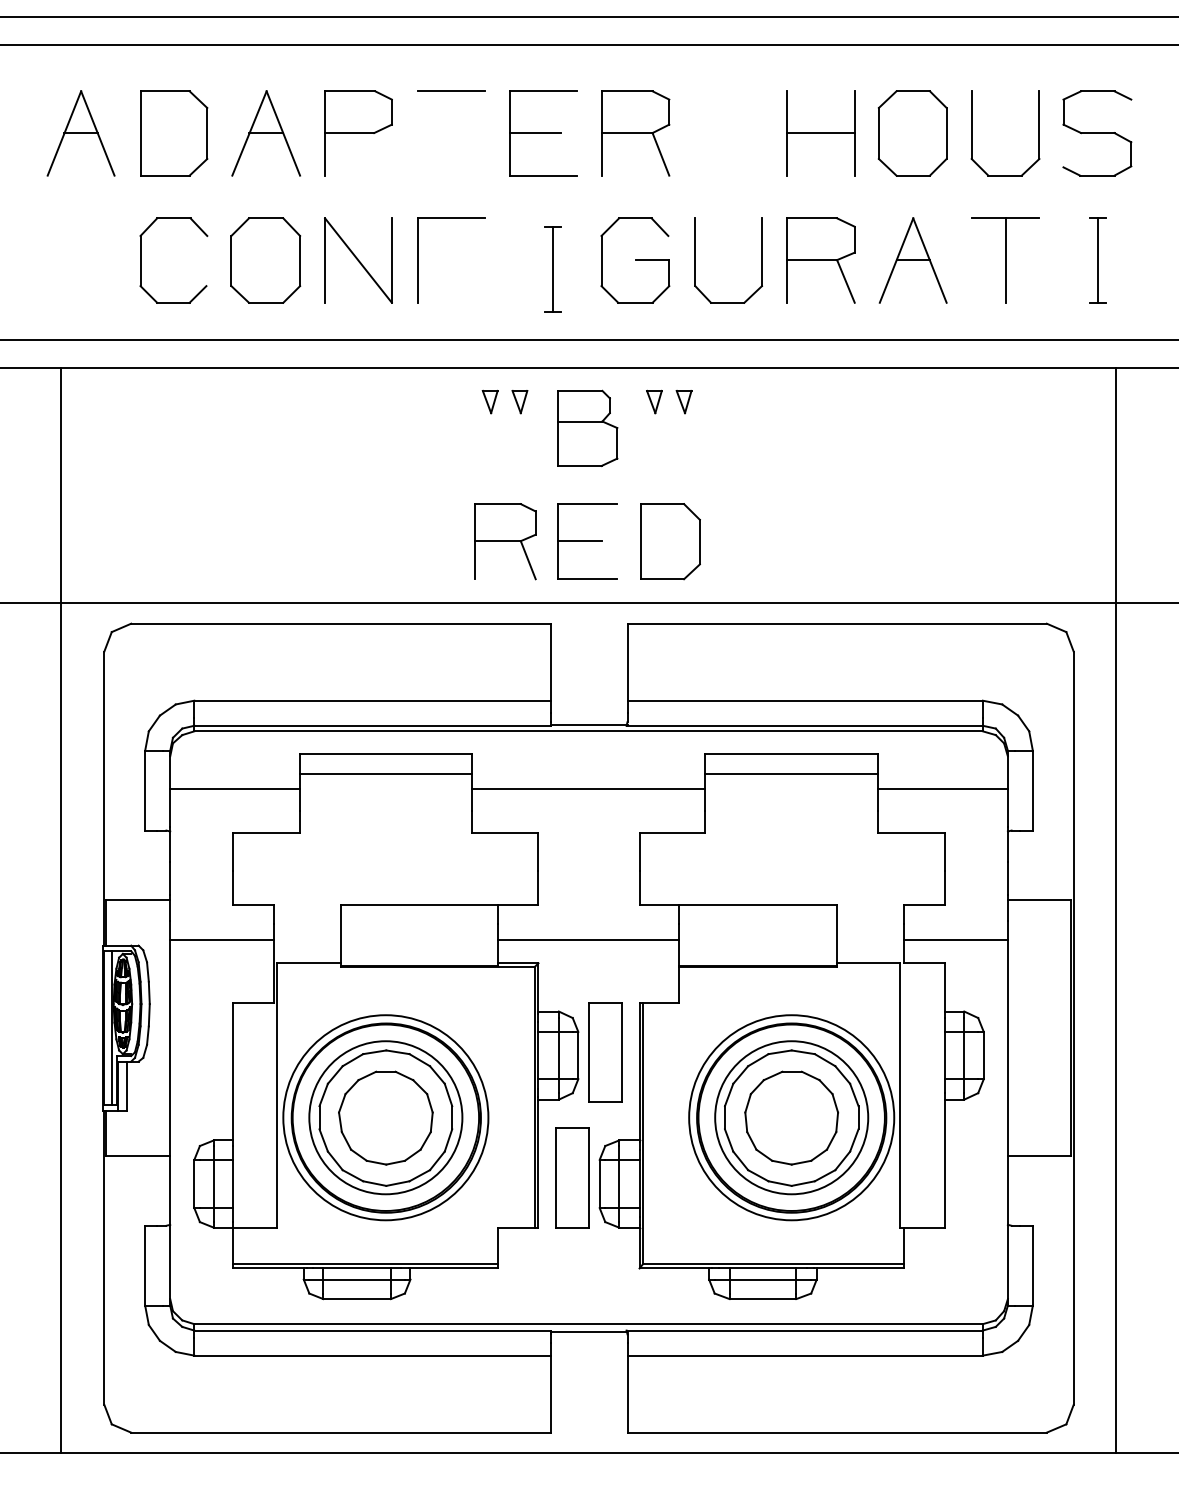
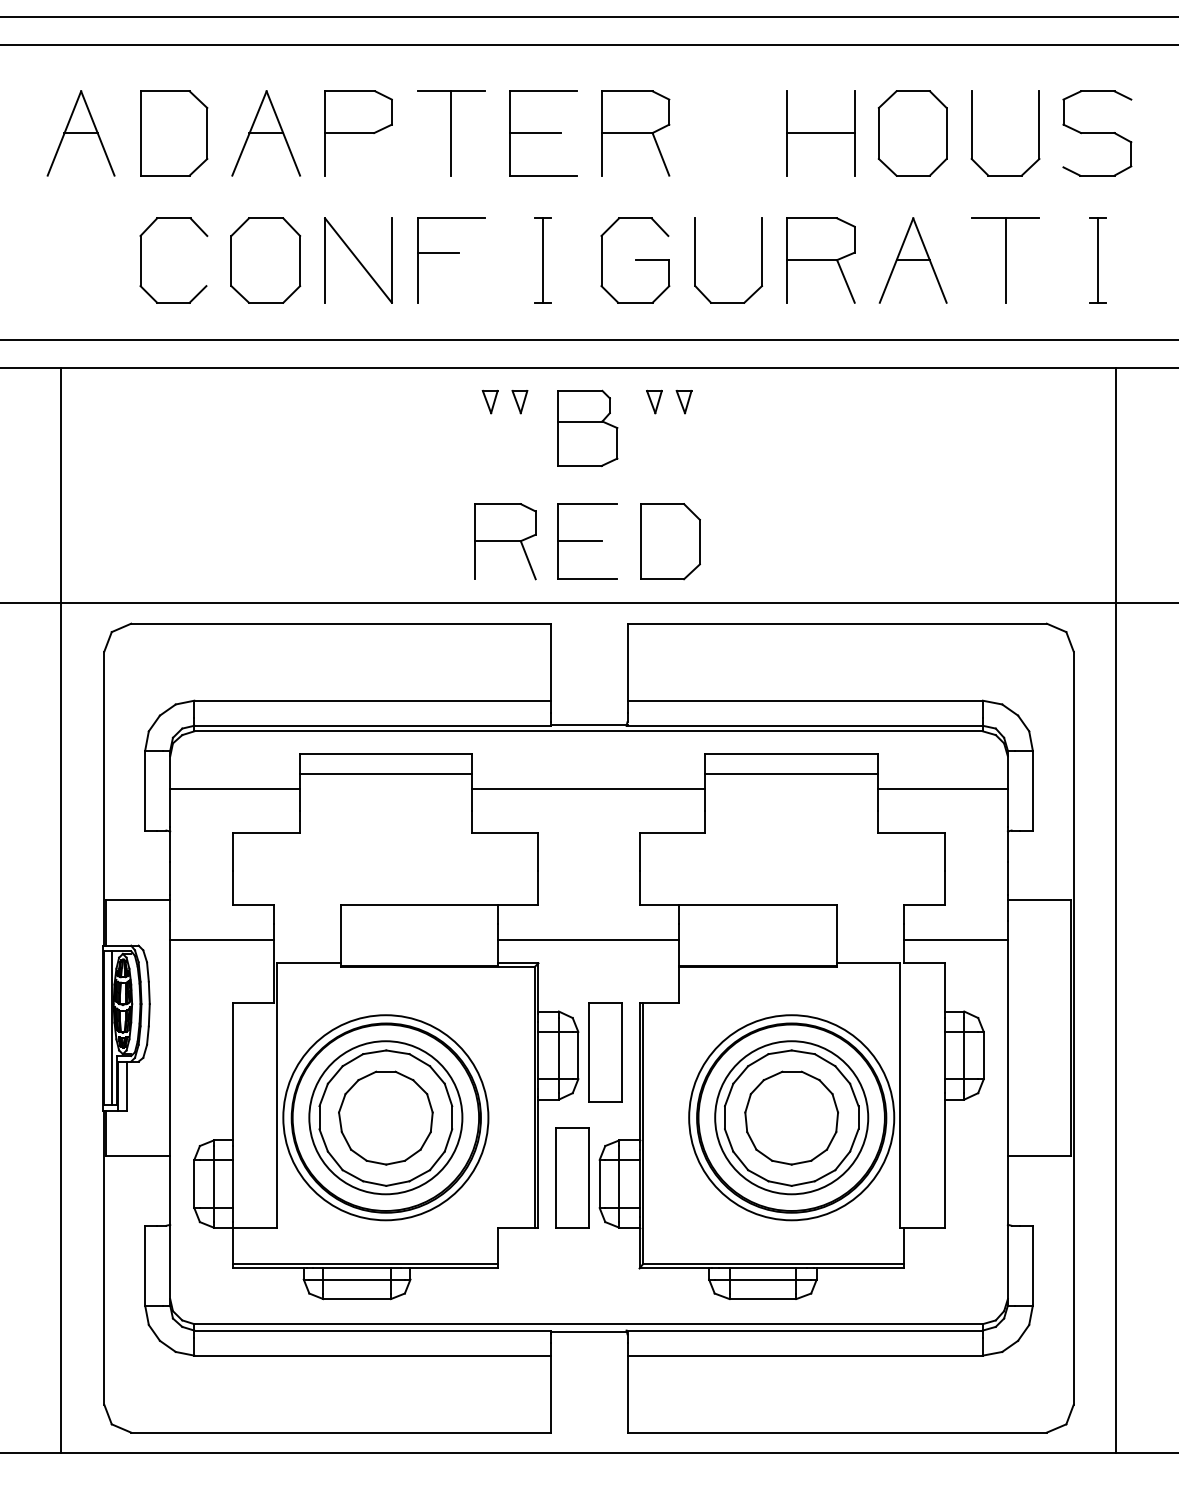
line at (451, 133): none -> present
line at (437, 252): none -> present
part at (552, 269) position: (552, 269) -> (542, 260)
